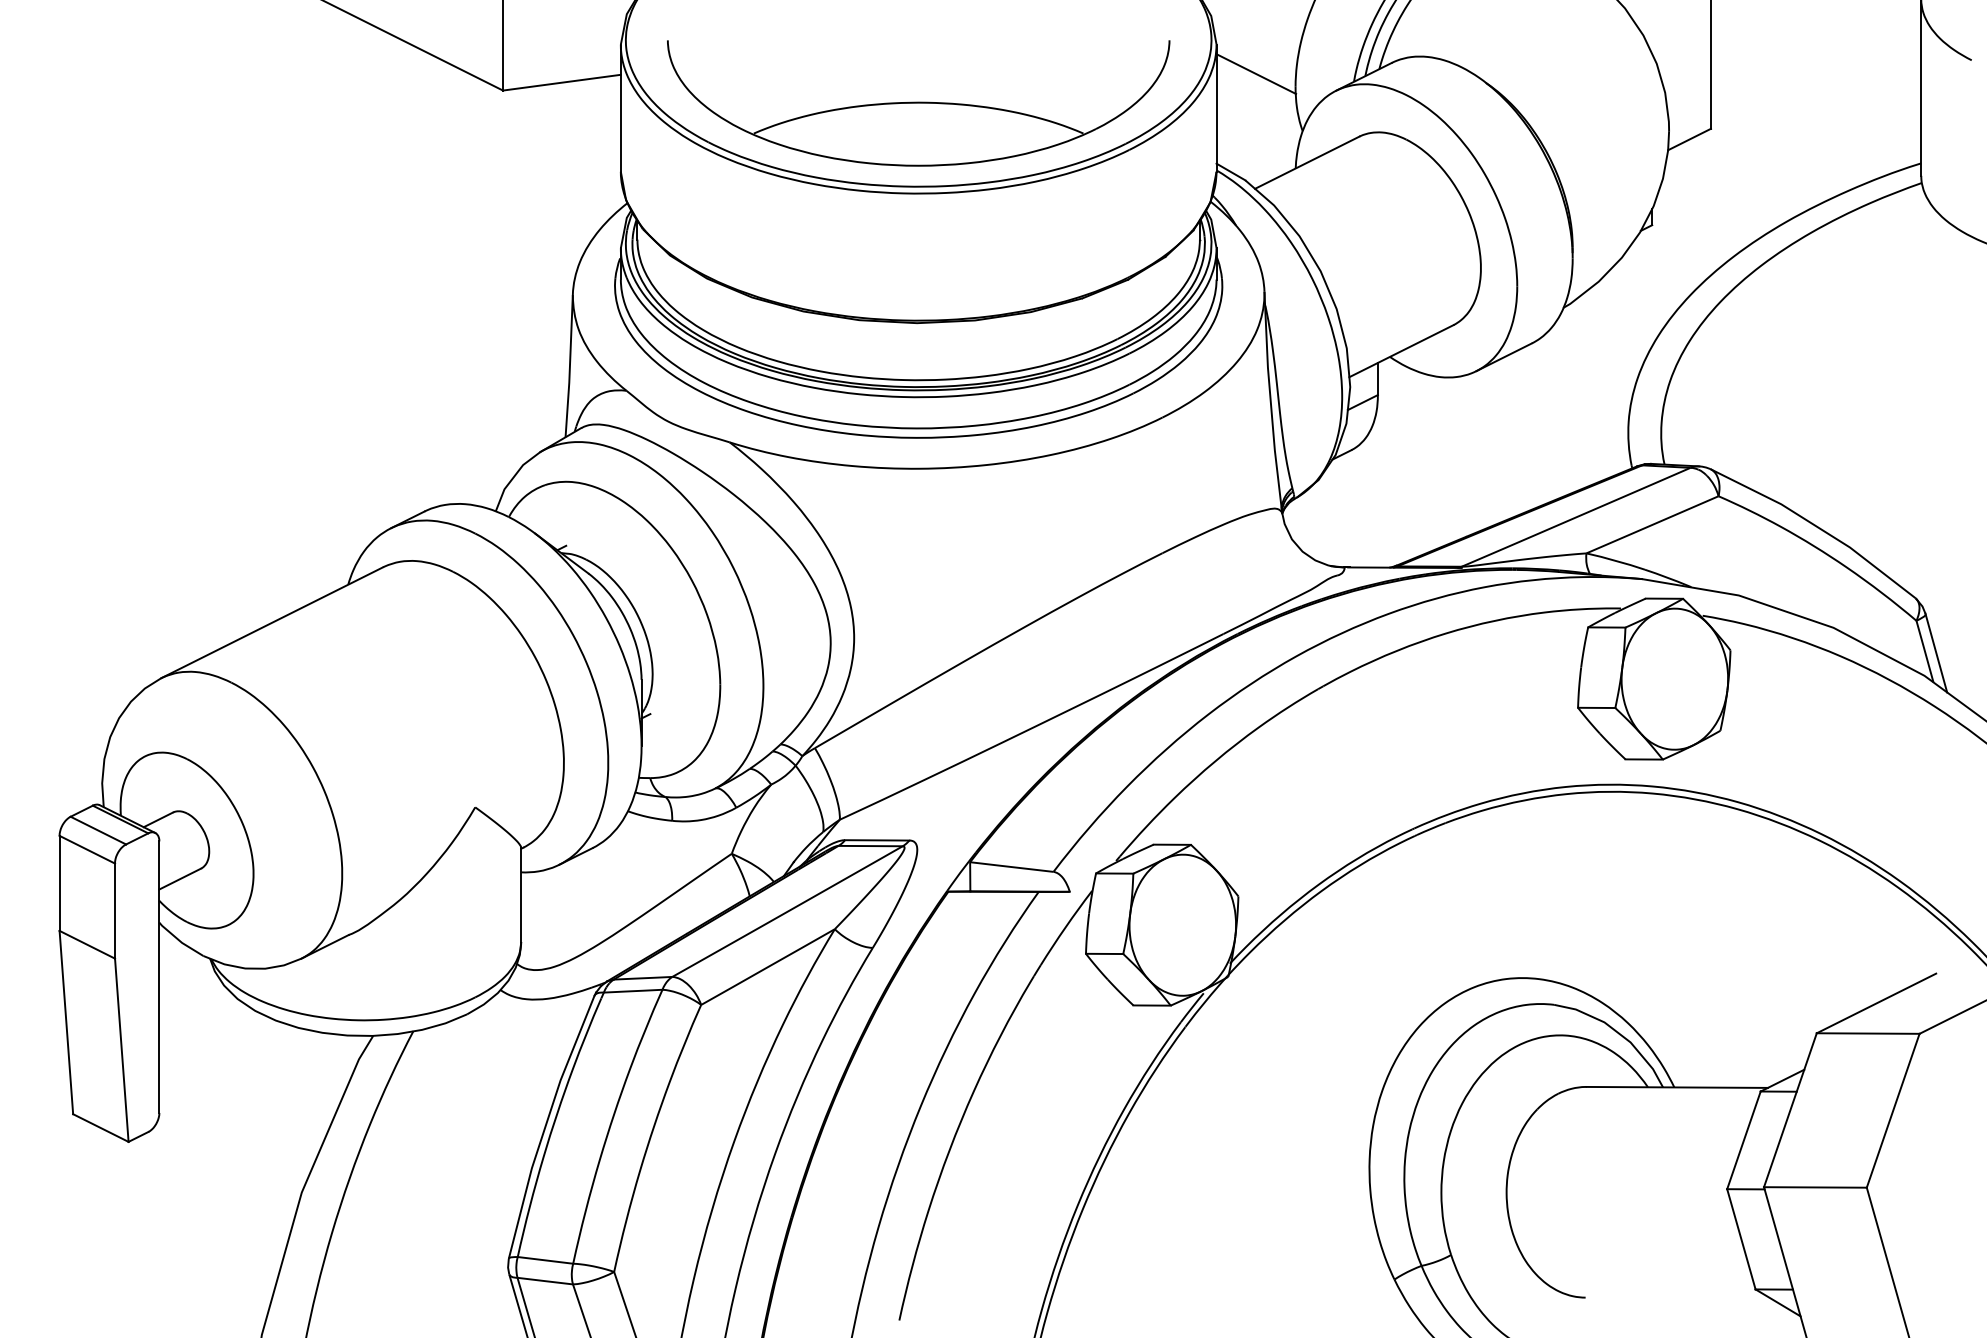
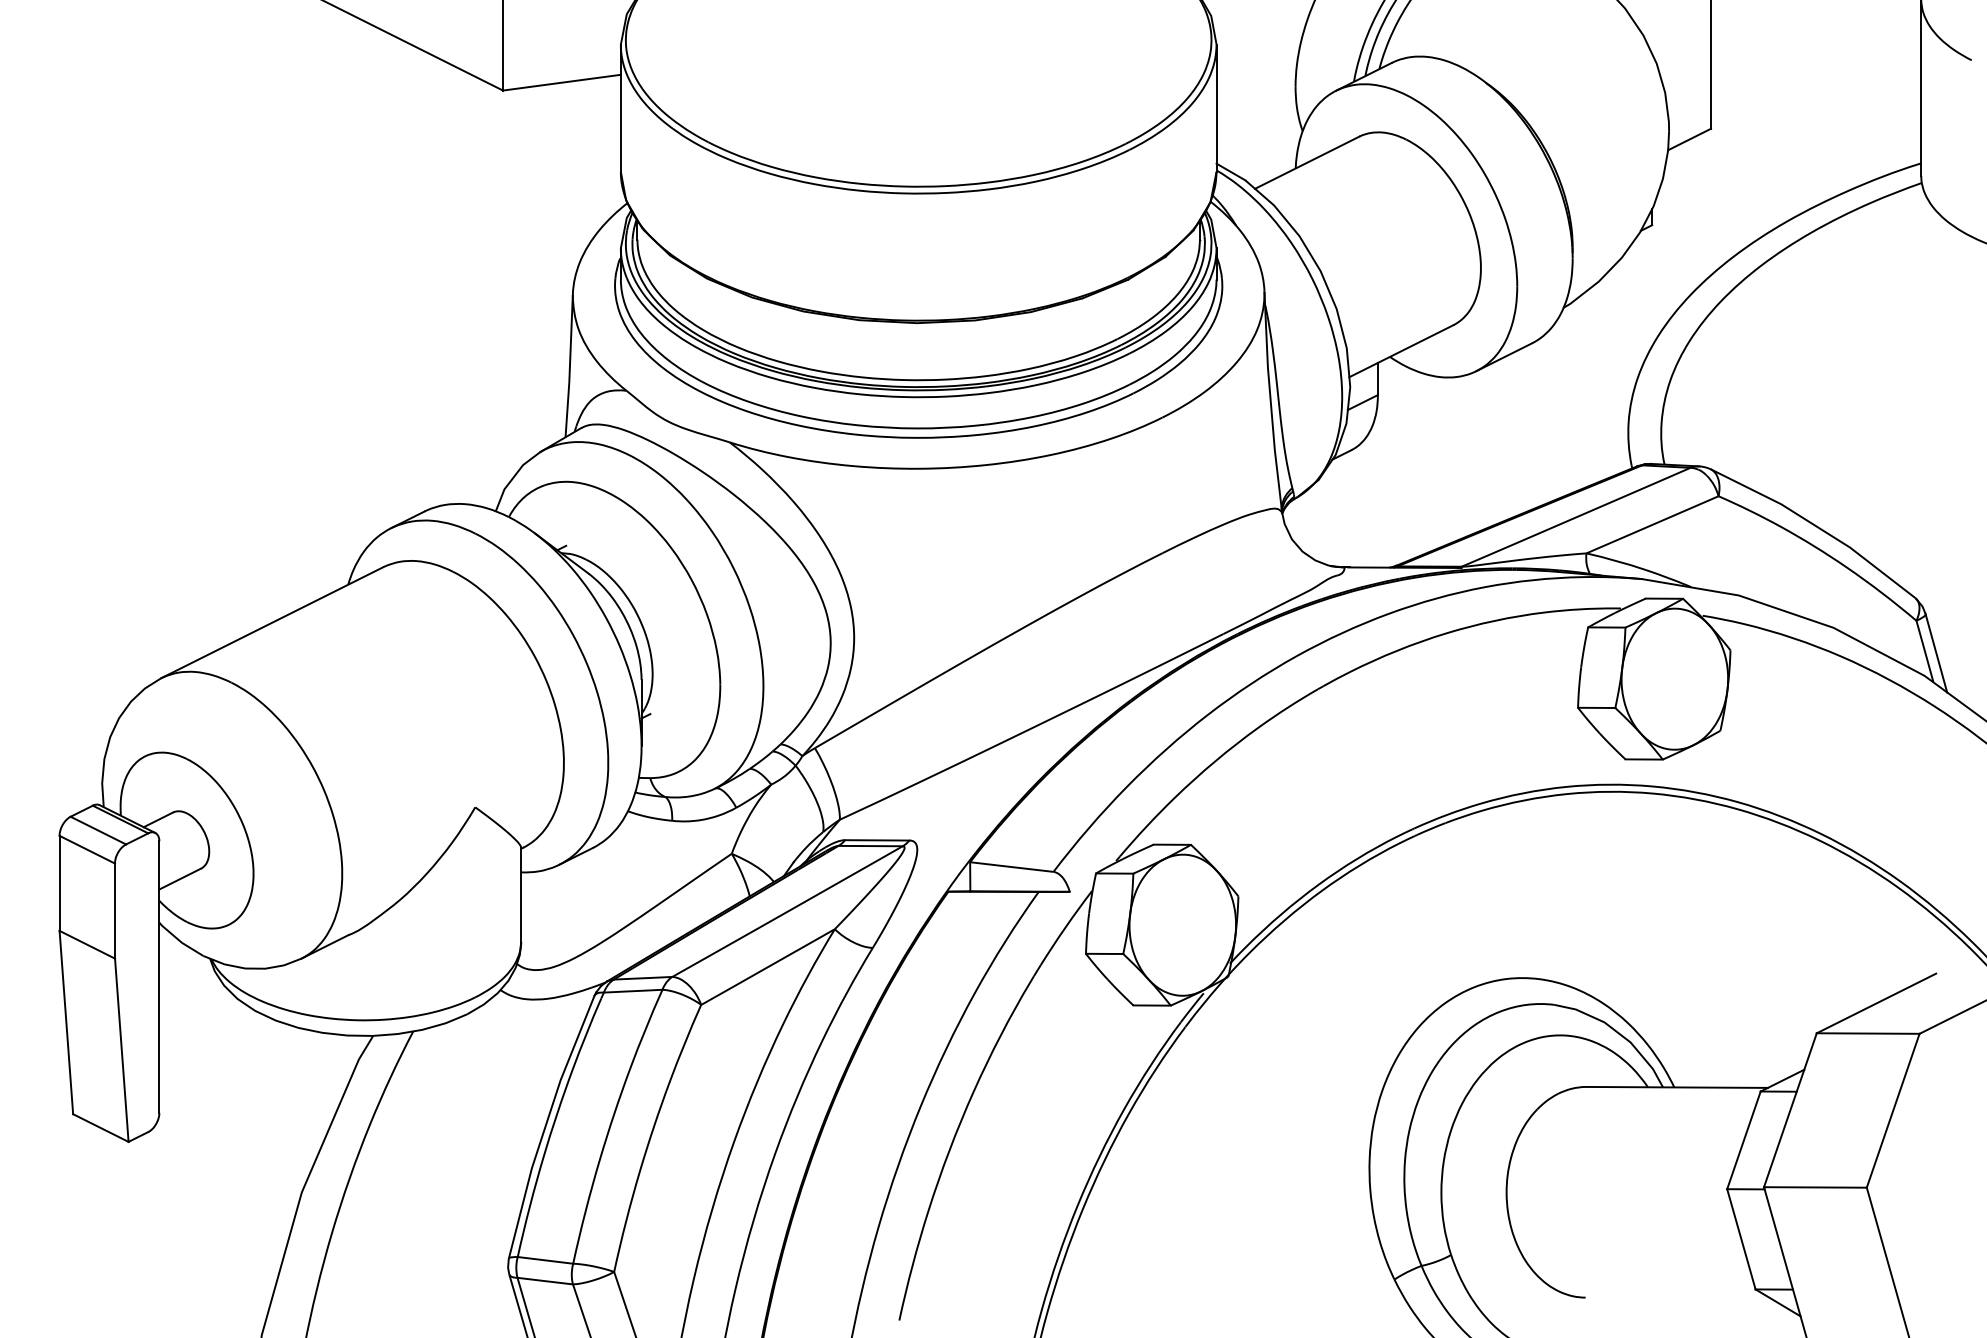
line at (1256, 73): present -> none
part at (918, 103): present -> none
